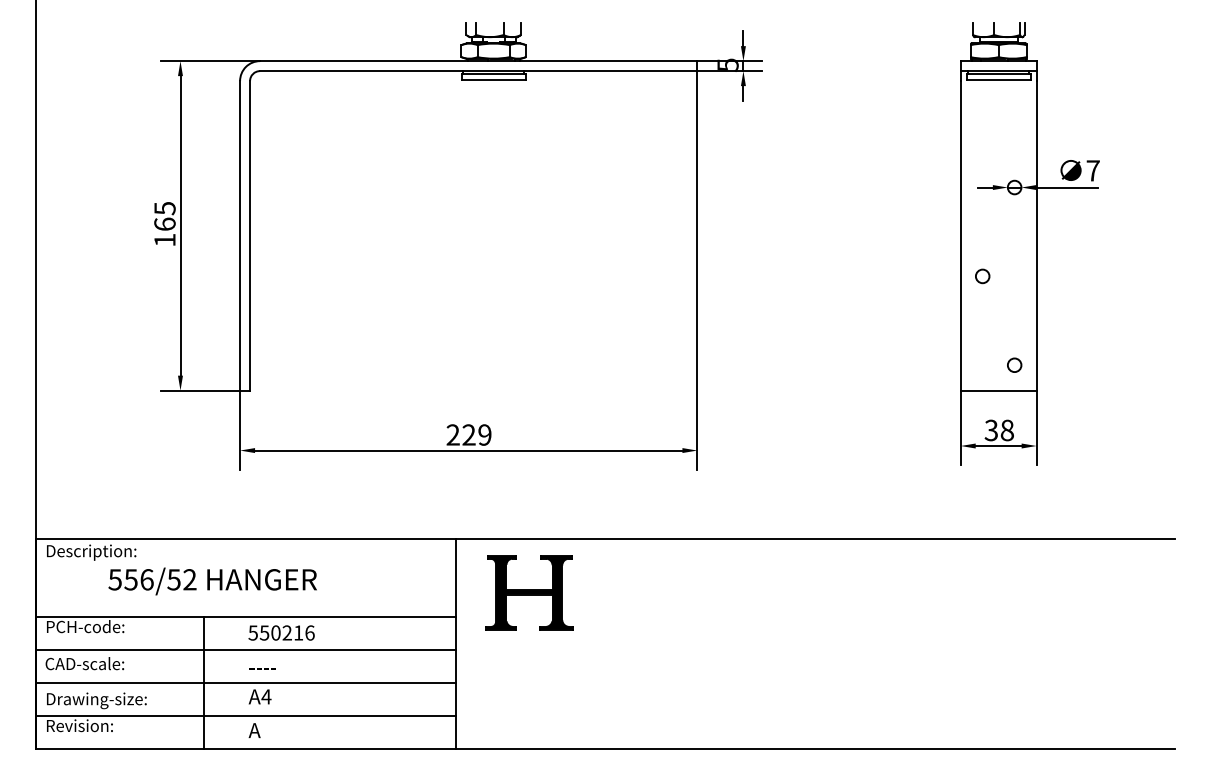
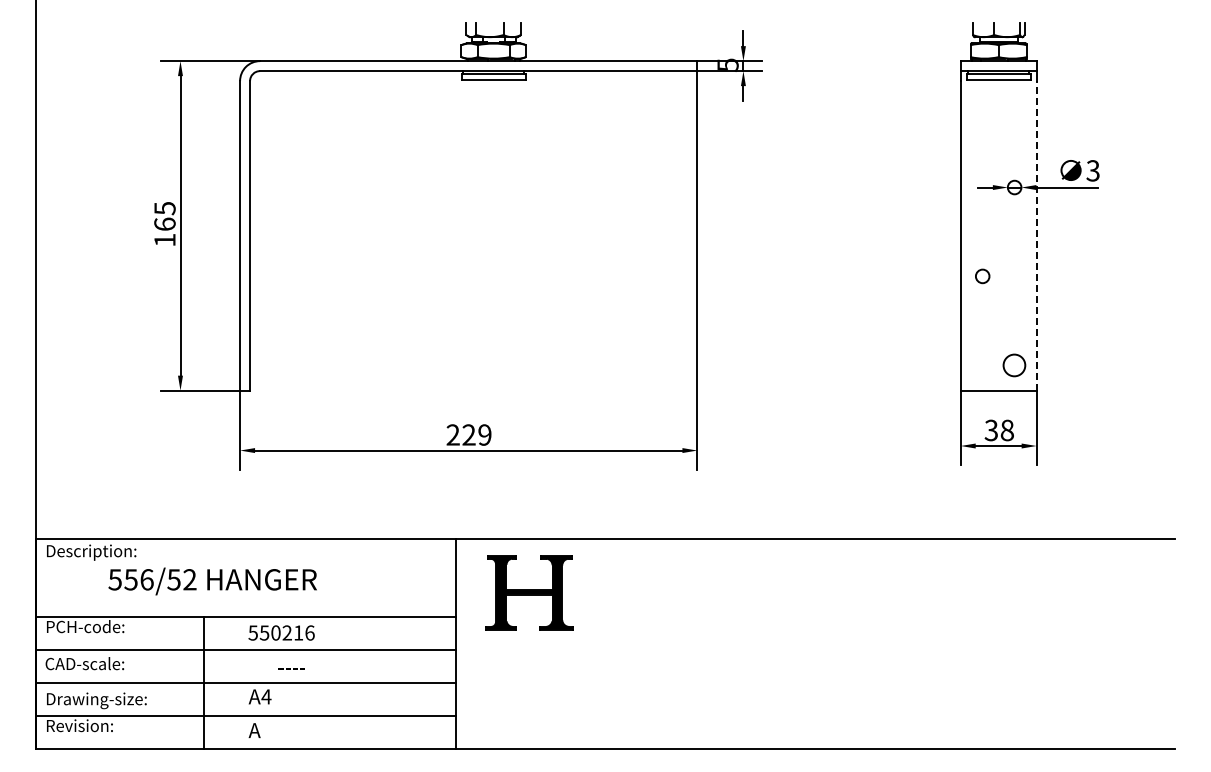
text at (1092, 170): 7 -> 3
line at (1036, 235): solid -> dashed
circle at (1014, 364) size: 16x16 px -> 25x25 px
text at (262, 668) position: (262, 668) -> (291, 668)
